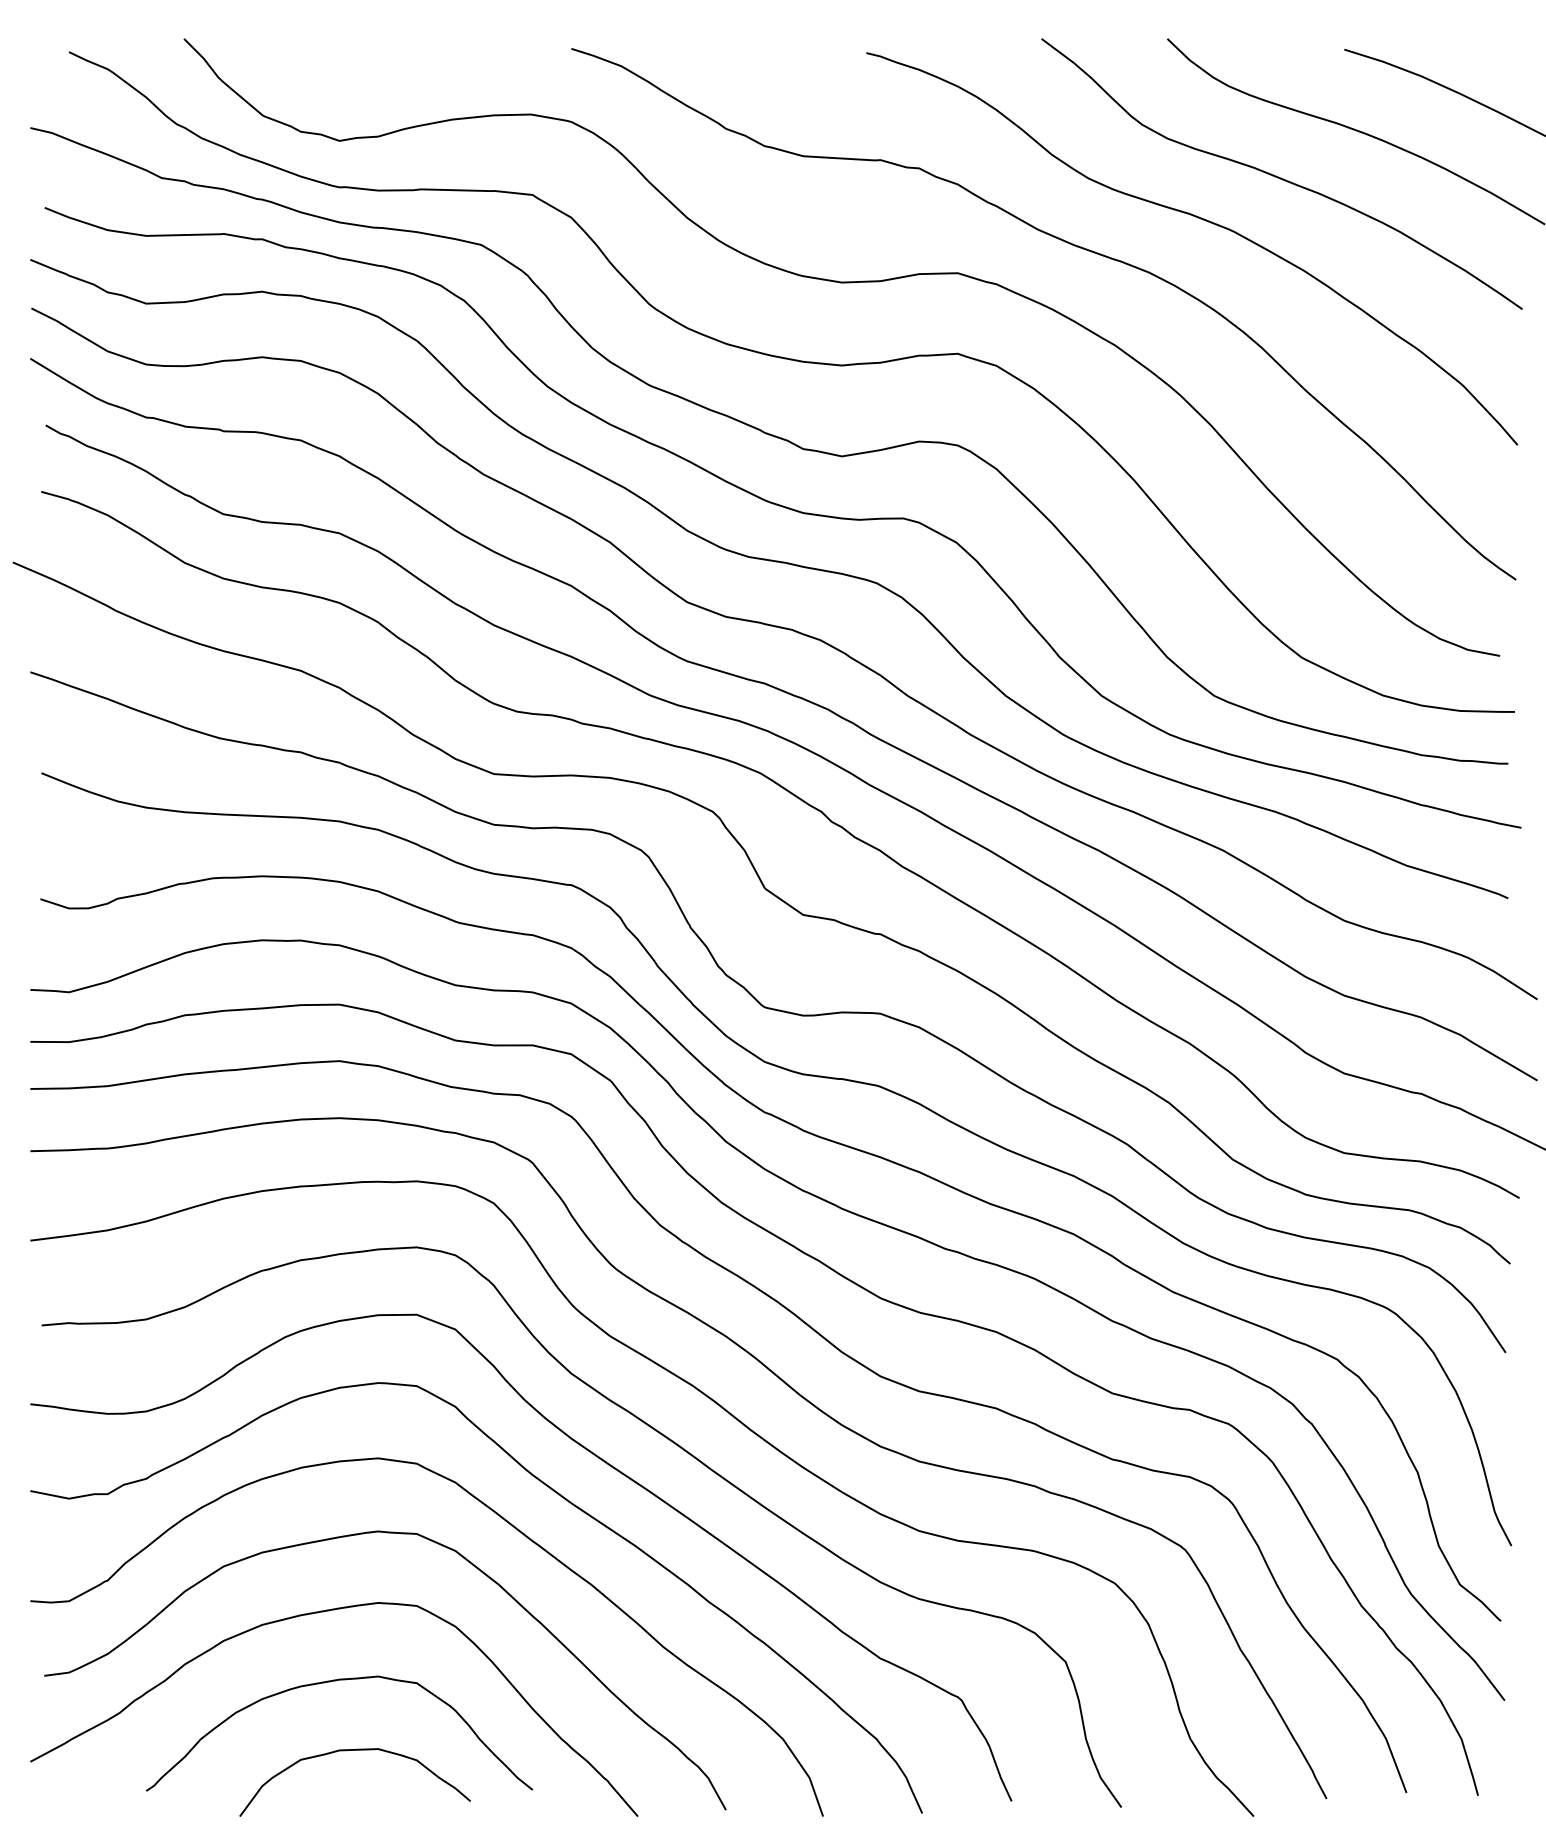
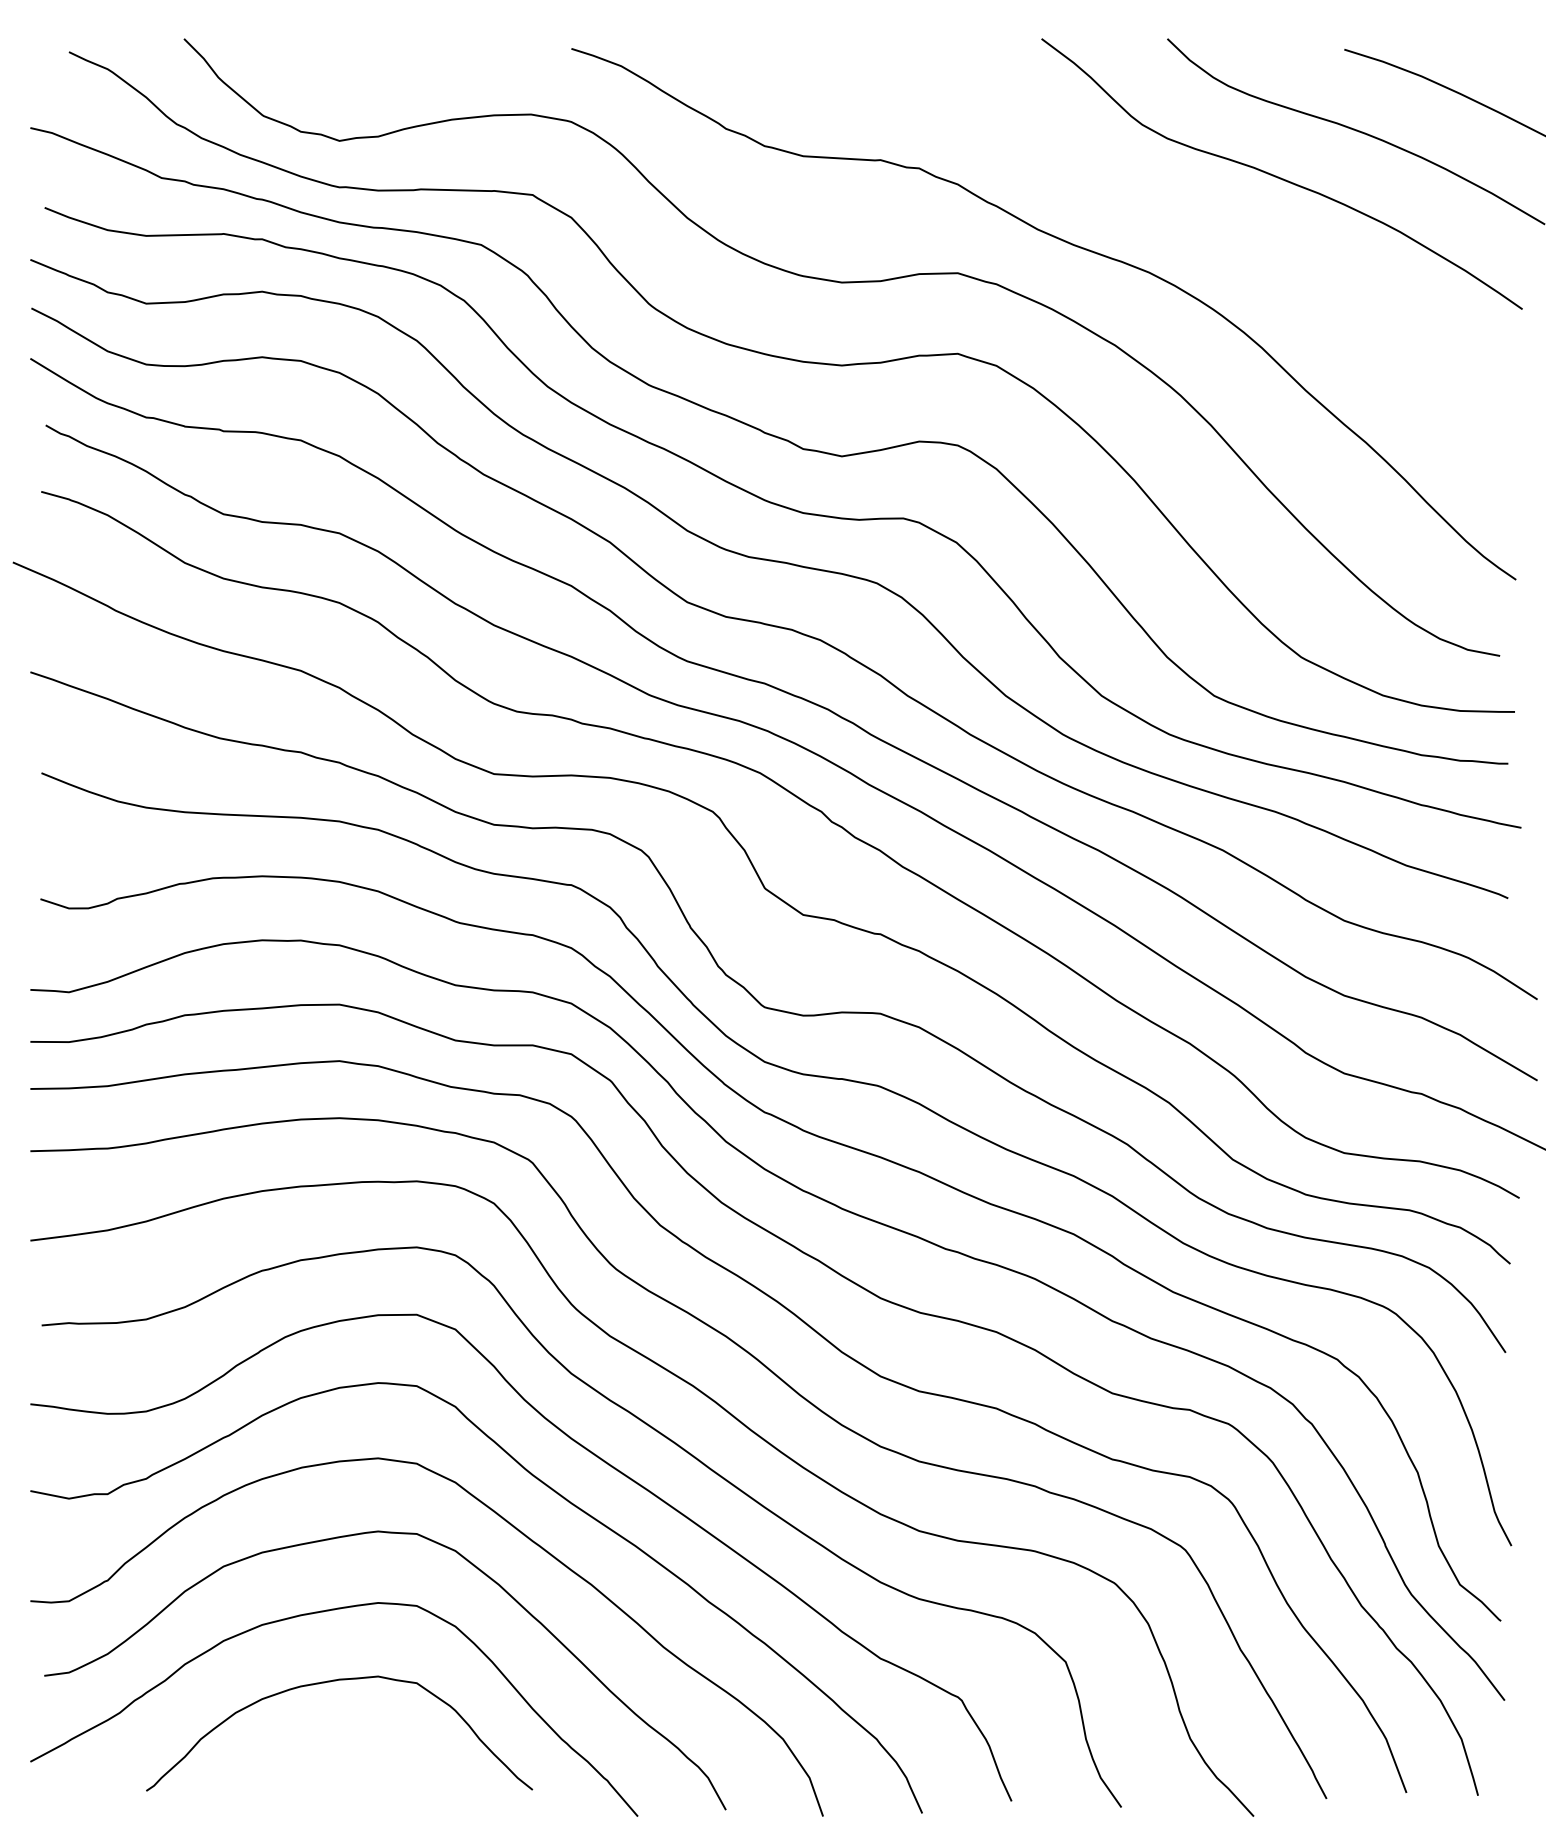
curve at (1205, 221): present -> none
curve at (354, 1750): present -> none
